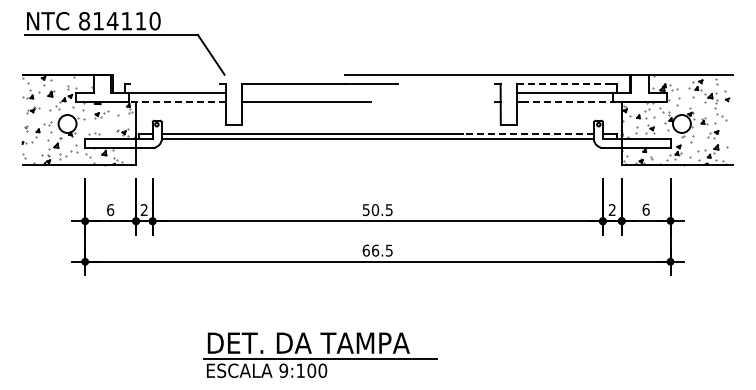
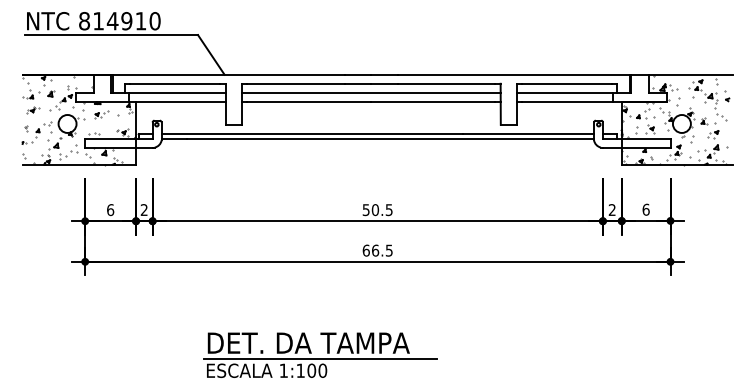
text at (126, 21): 814110 -> 814910
line at (228, 74): none -> present
line at (175, 83): none -> present
line at (446, 83): none -> present
line at (567, 83): dashed -> solid
line at (370, 92): none -> present
line at (177, 102): dashed -> solid
line at (433, 102): none -> present
line at (568, 102): dashed -> solid
line at (528, 134): dashed -> solid
text at (283, 370): 9:100 -> 1:100
